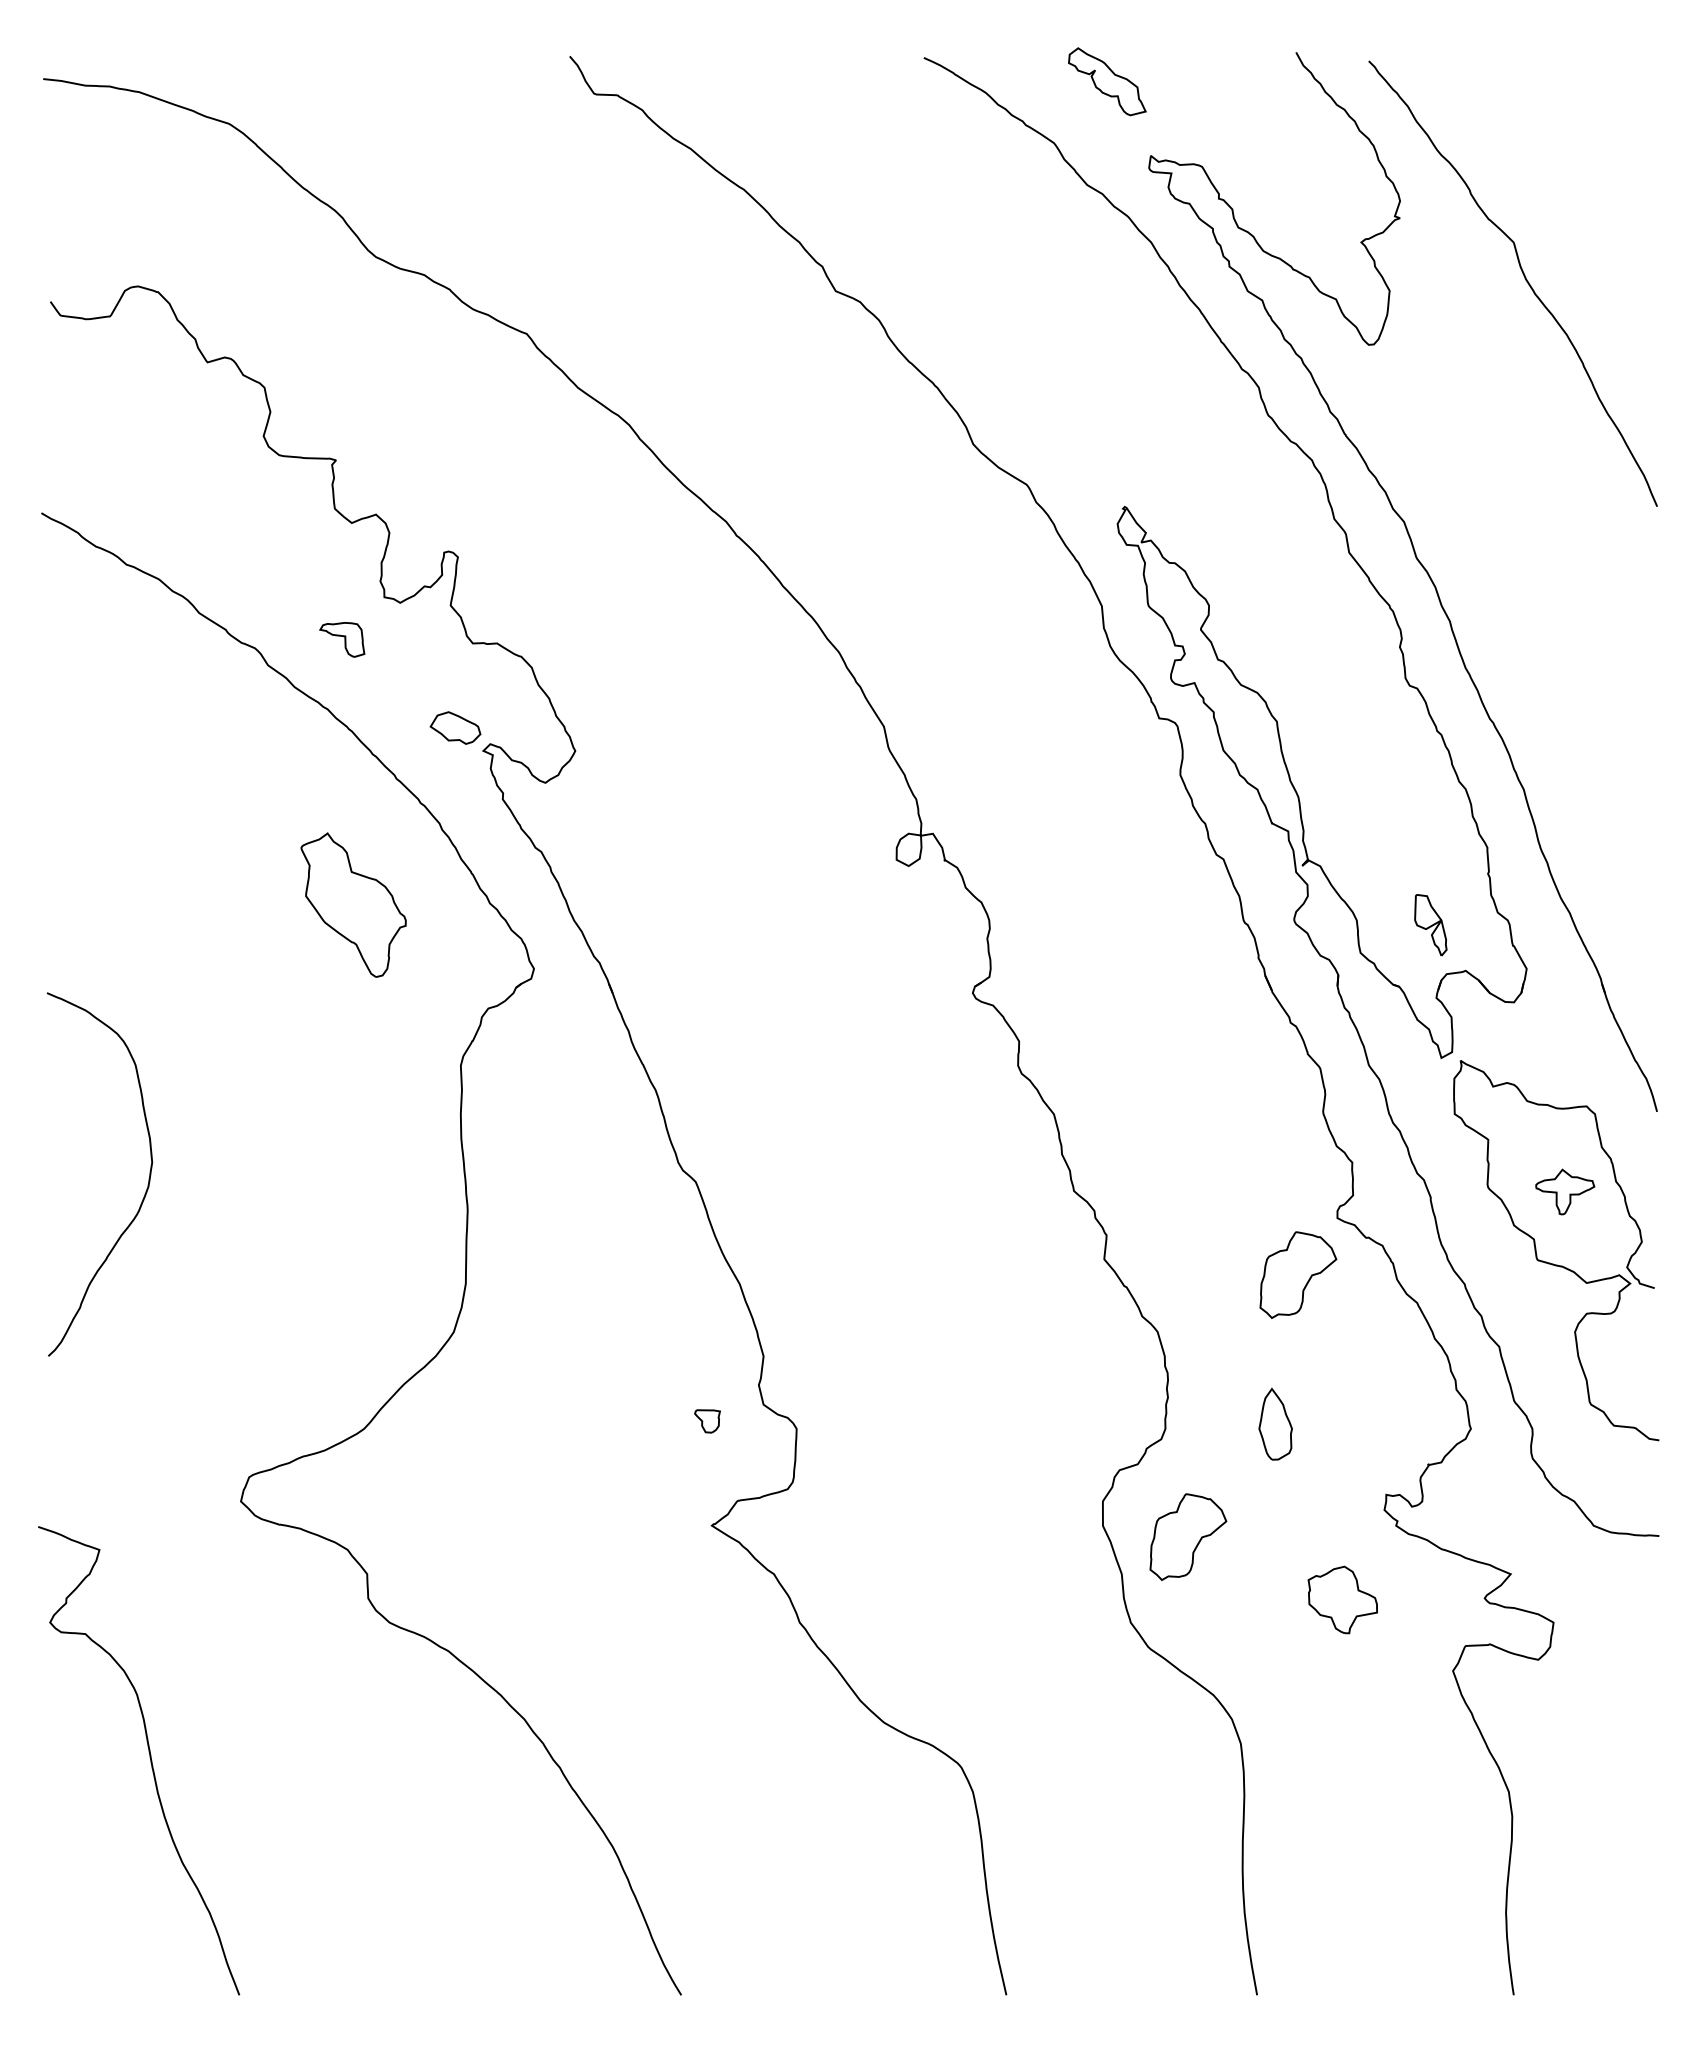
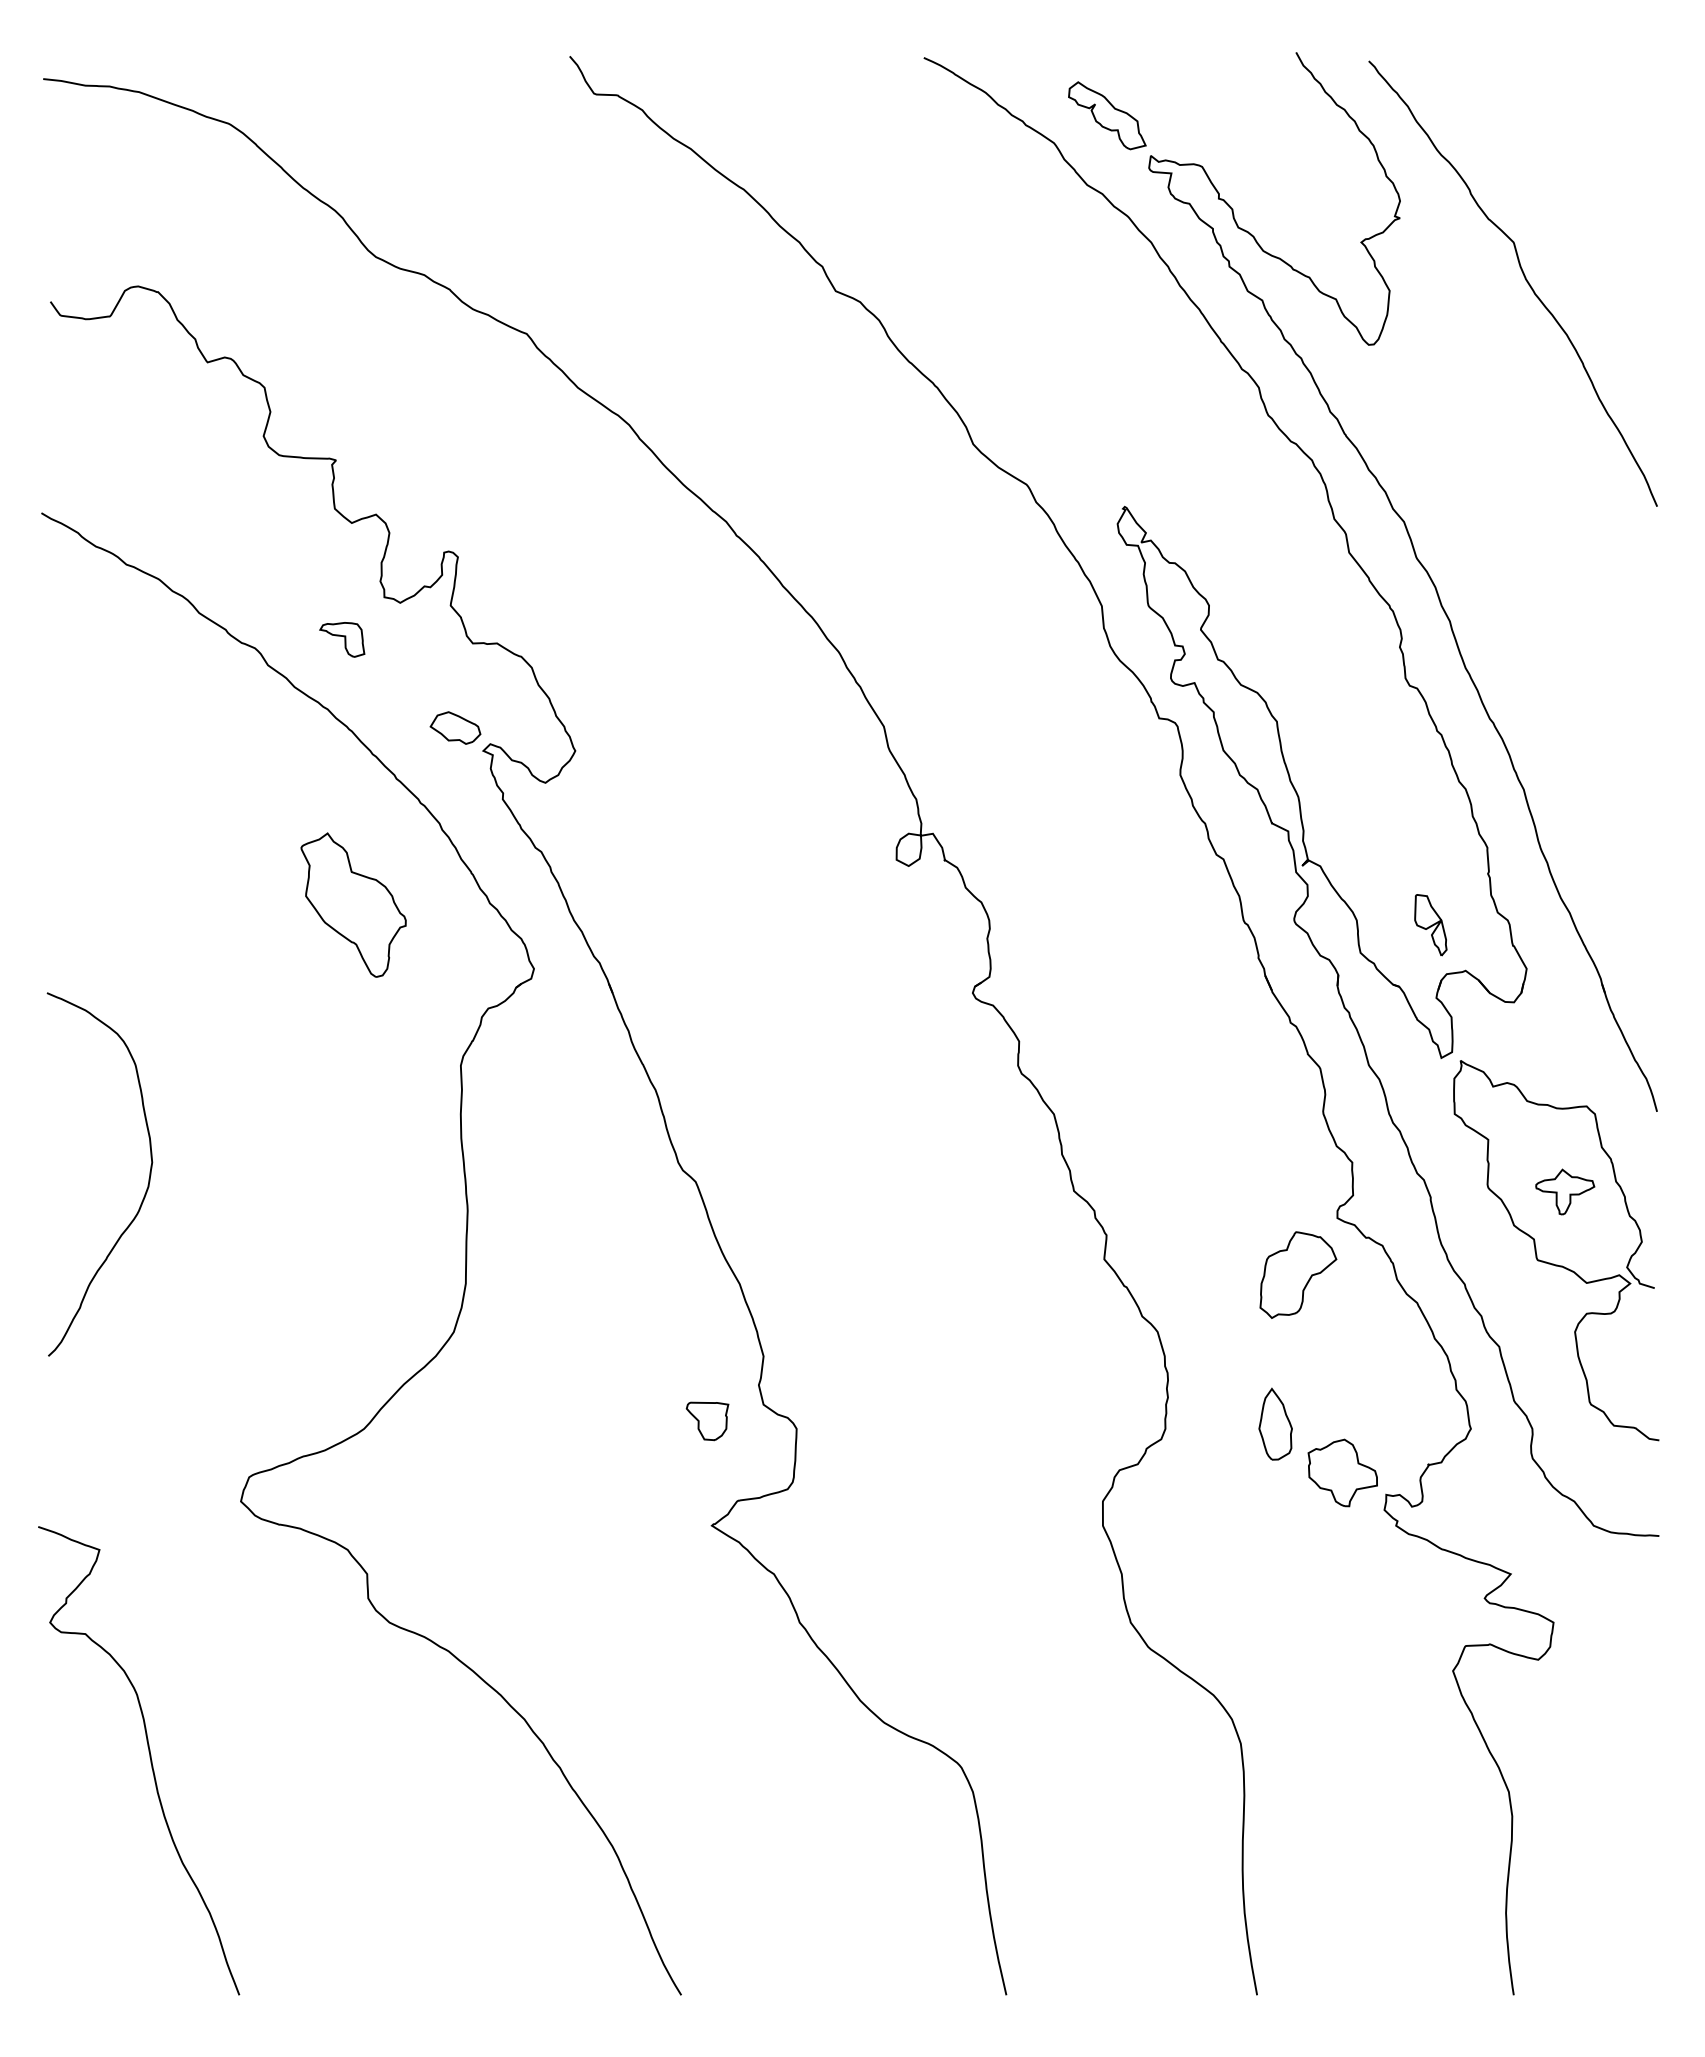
part at (1107, 81) position: (1107, 81) -> (1107, 115)
part at (707, 1421) size: 27x25 px -> 45x41 px
part at (1188, 1536): present -> none
part at (1342, 1599) position: (1342, 1599) -> (1342, 1472)
